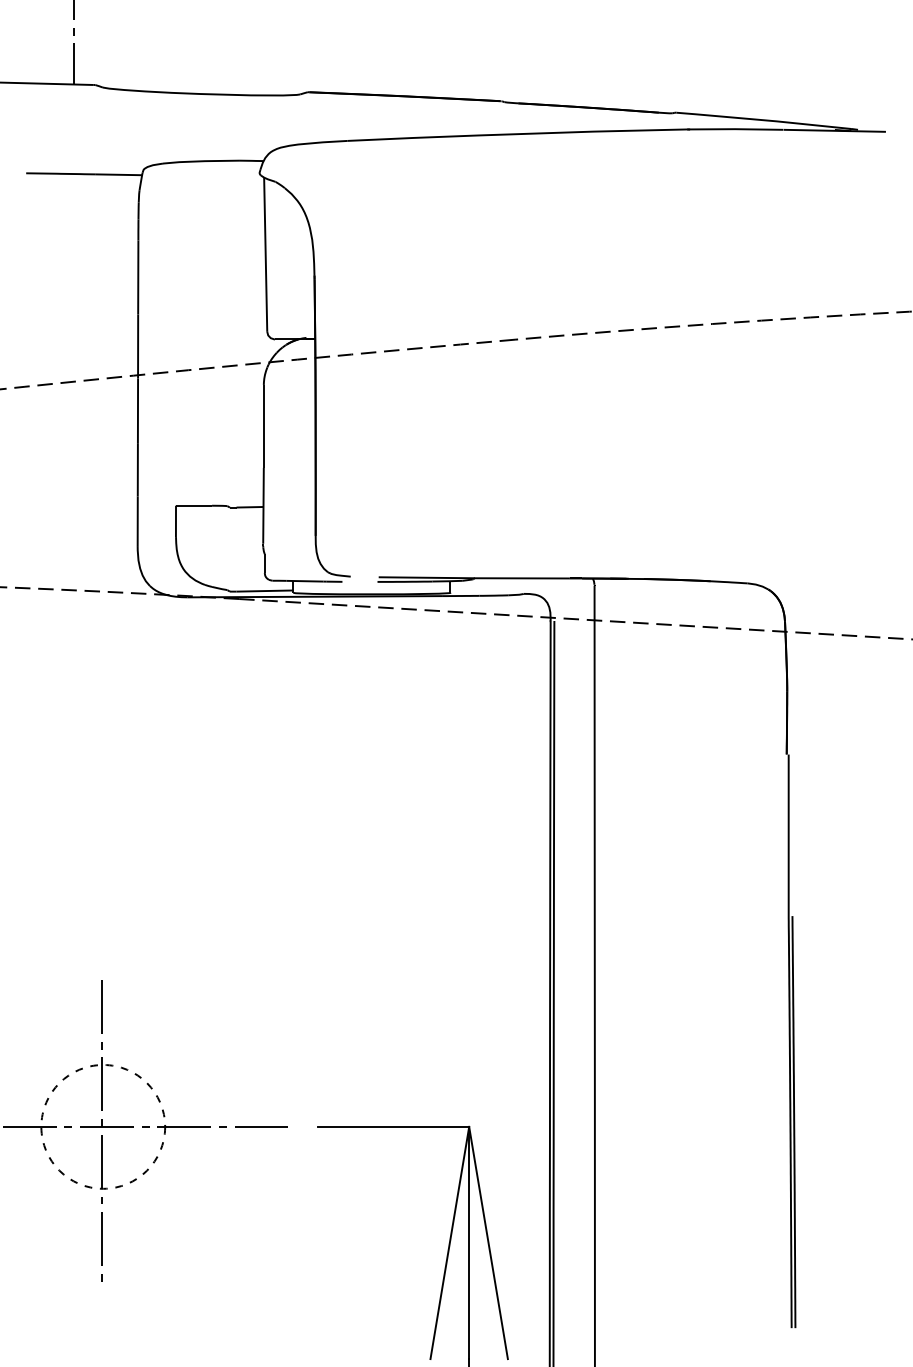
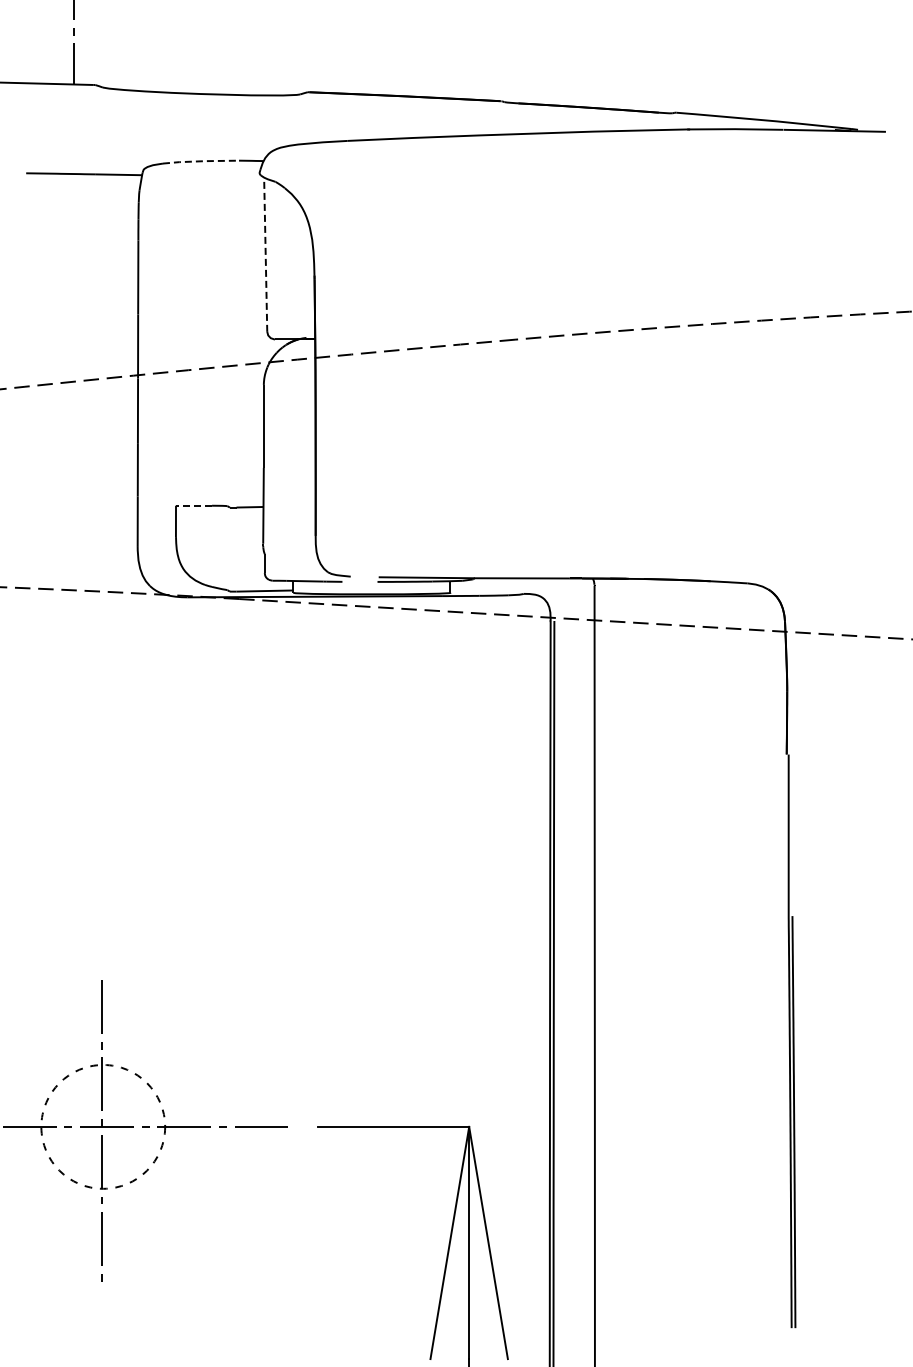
line at (200, 161): solid -> dashed
line at (265, 254): solid -> dashed
line at (193, 505): solid -> dashed
